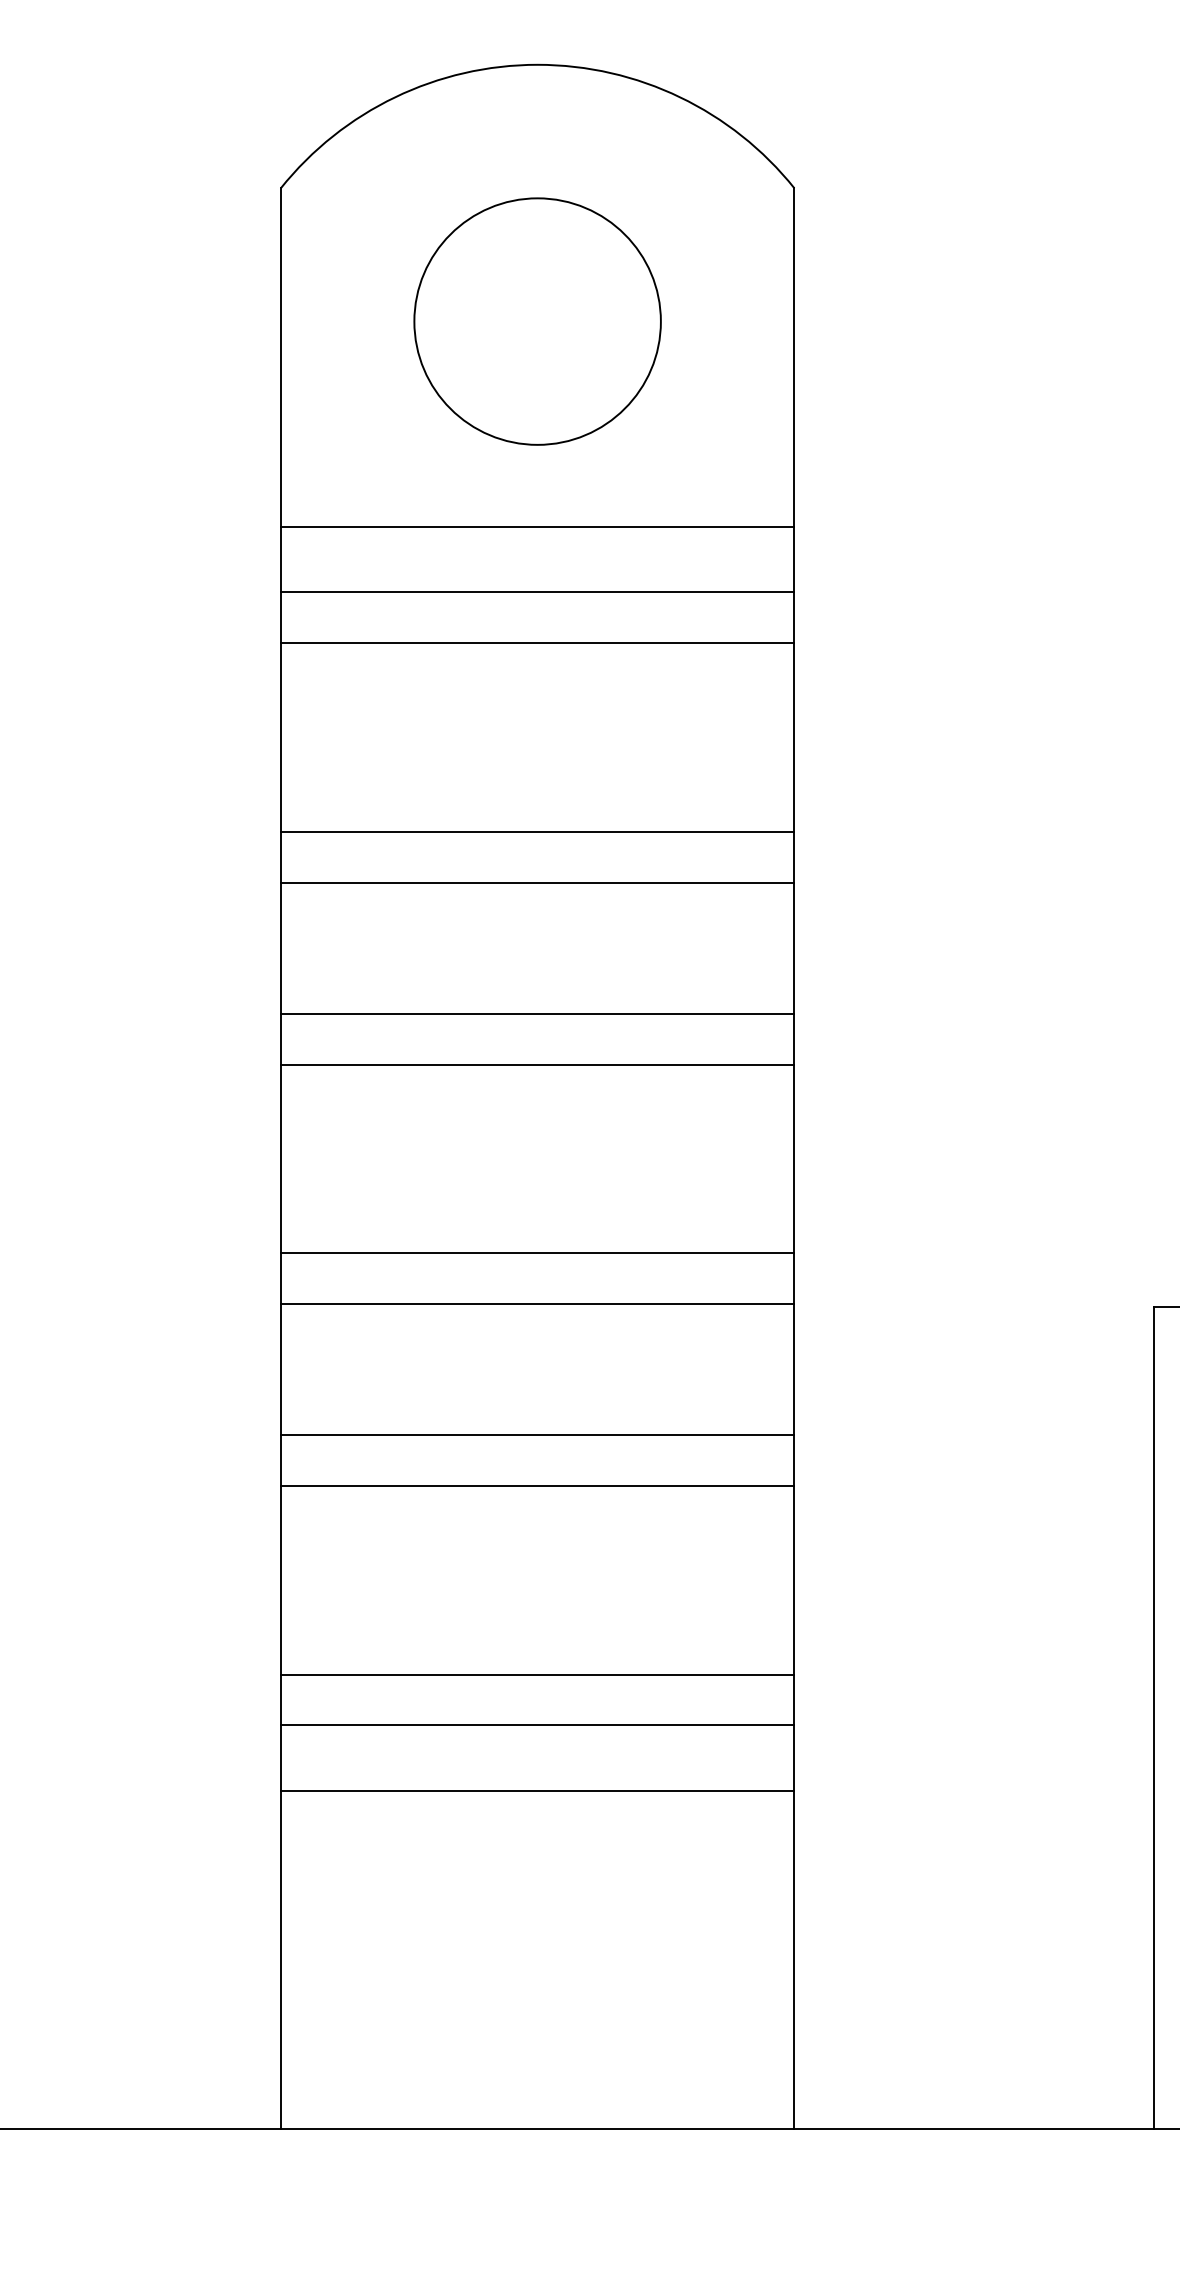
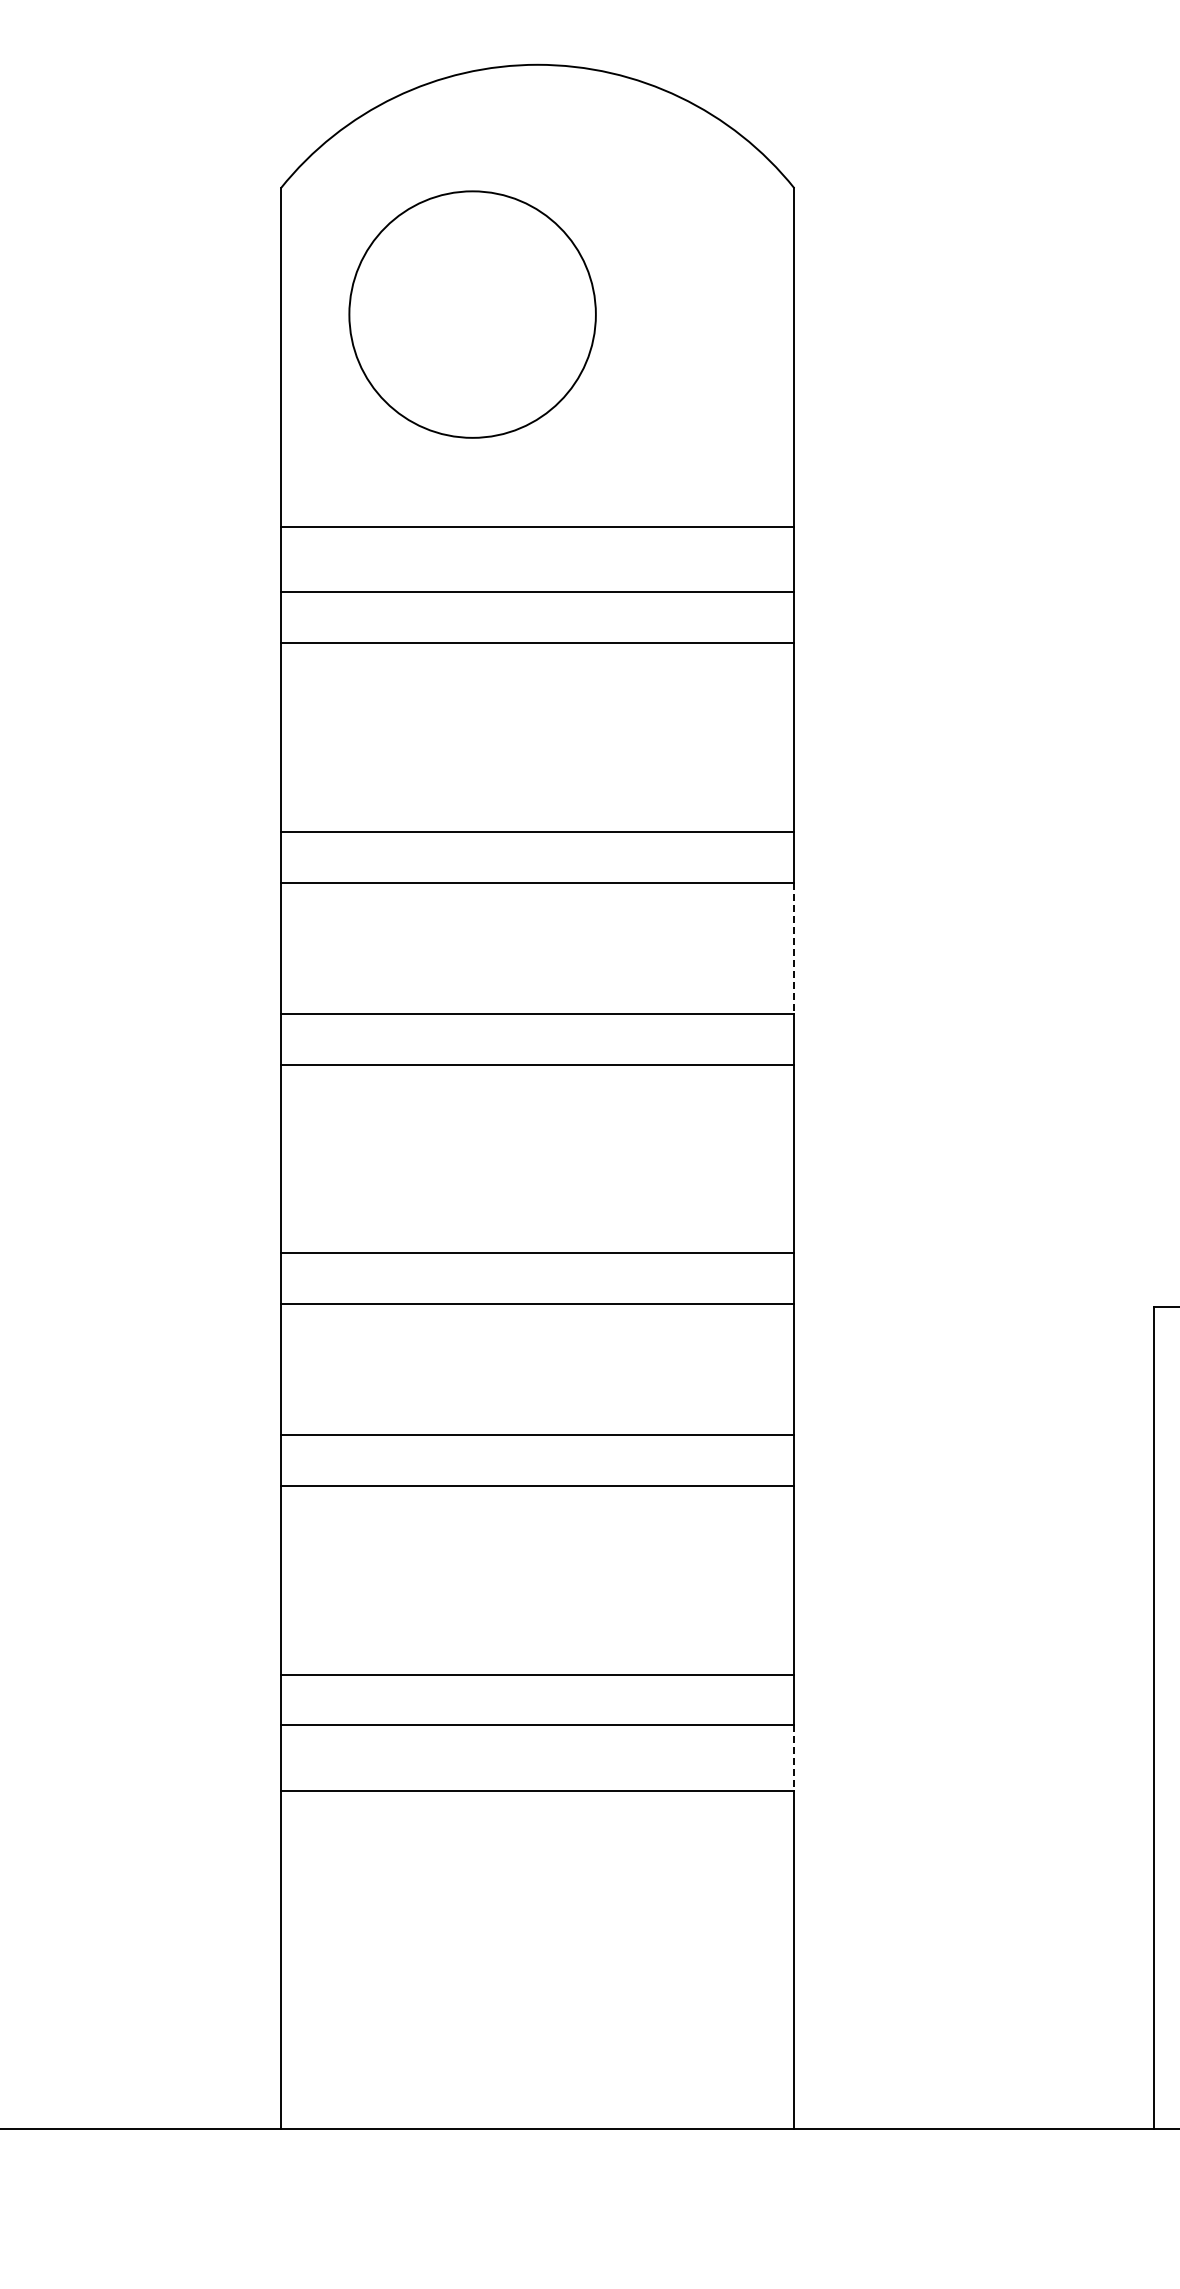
circle at (537, 321) position: (537, 321) -> (472, 314)
line at (794, 948): solid -> dashed
line at (794, 1758): solid -> dashed
